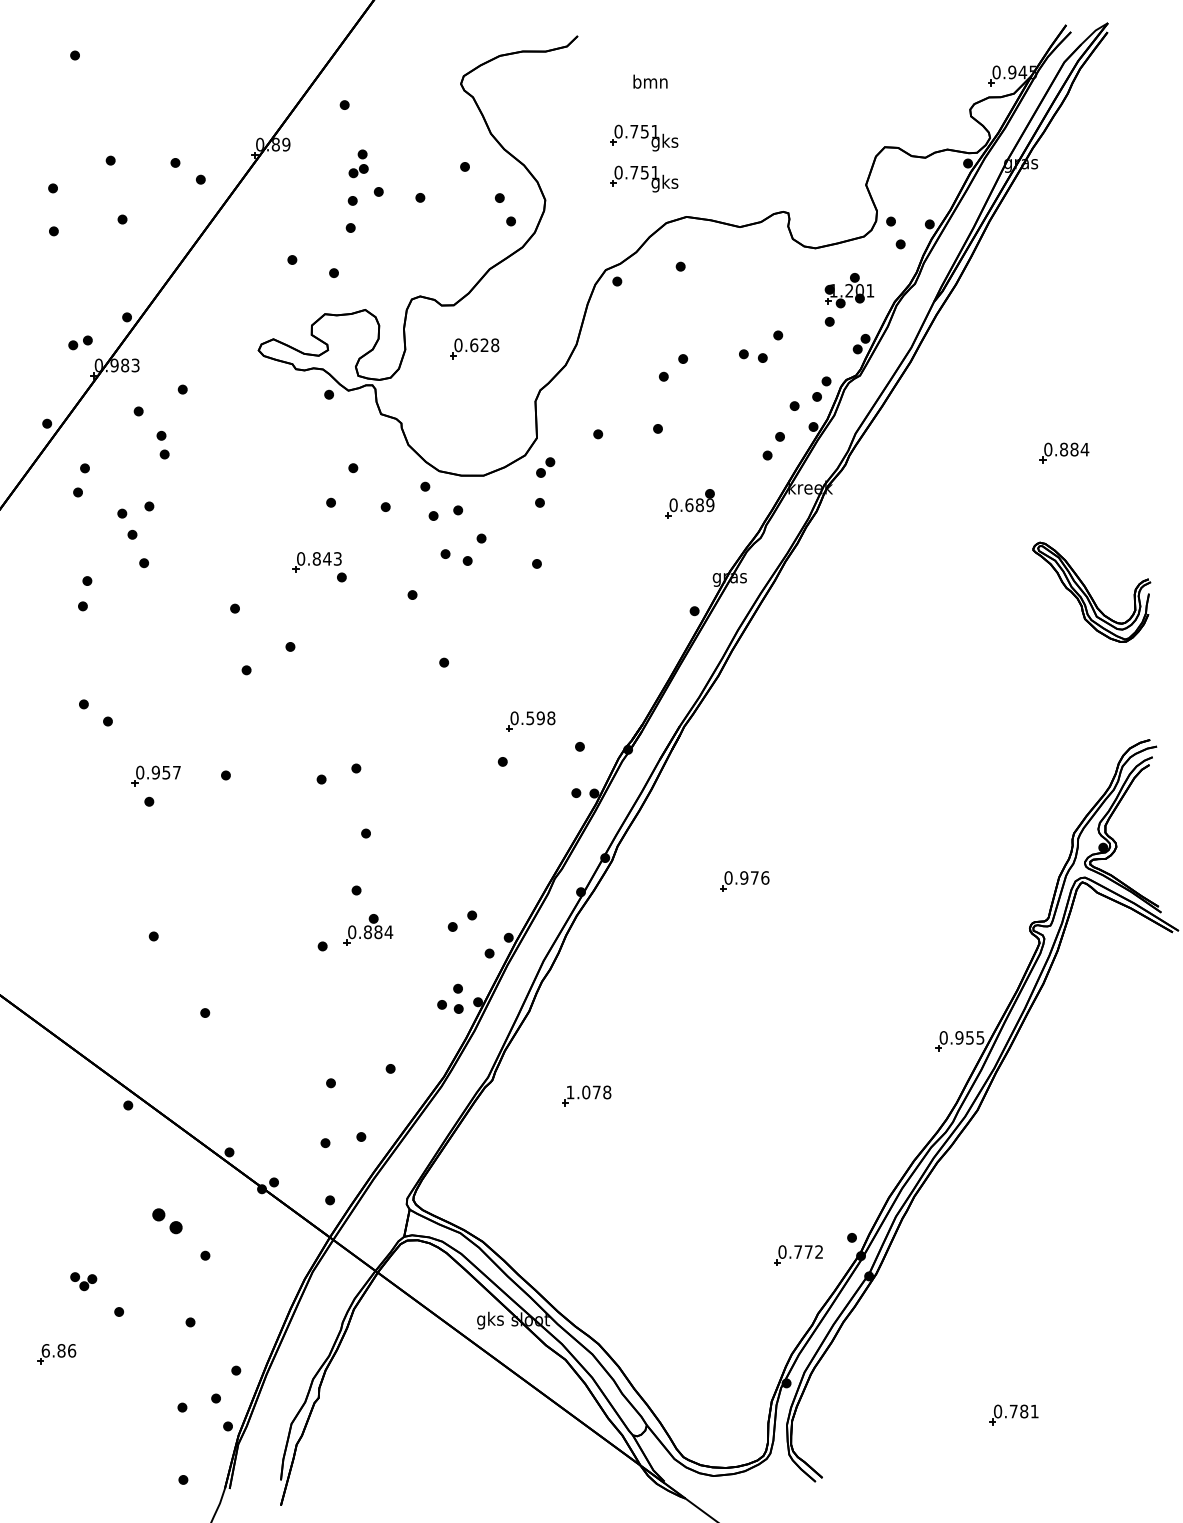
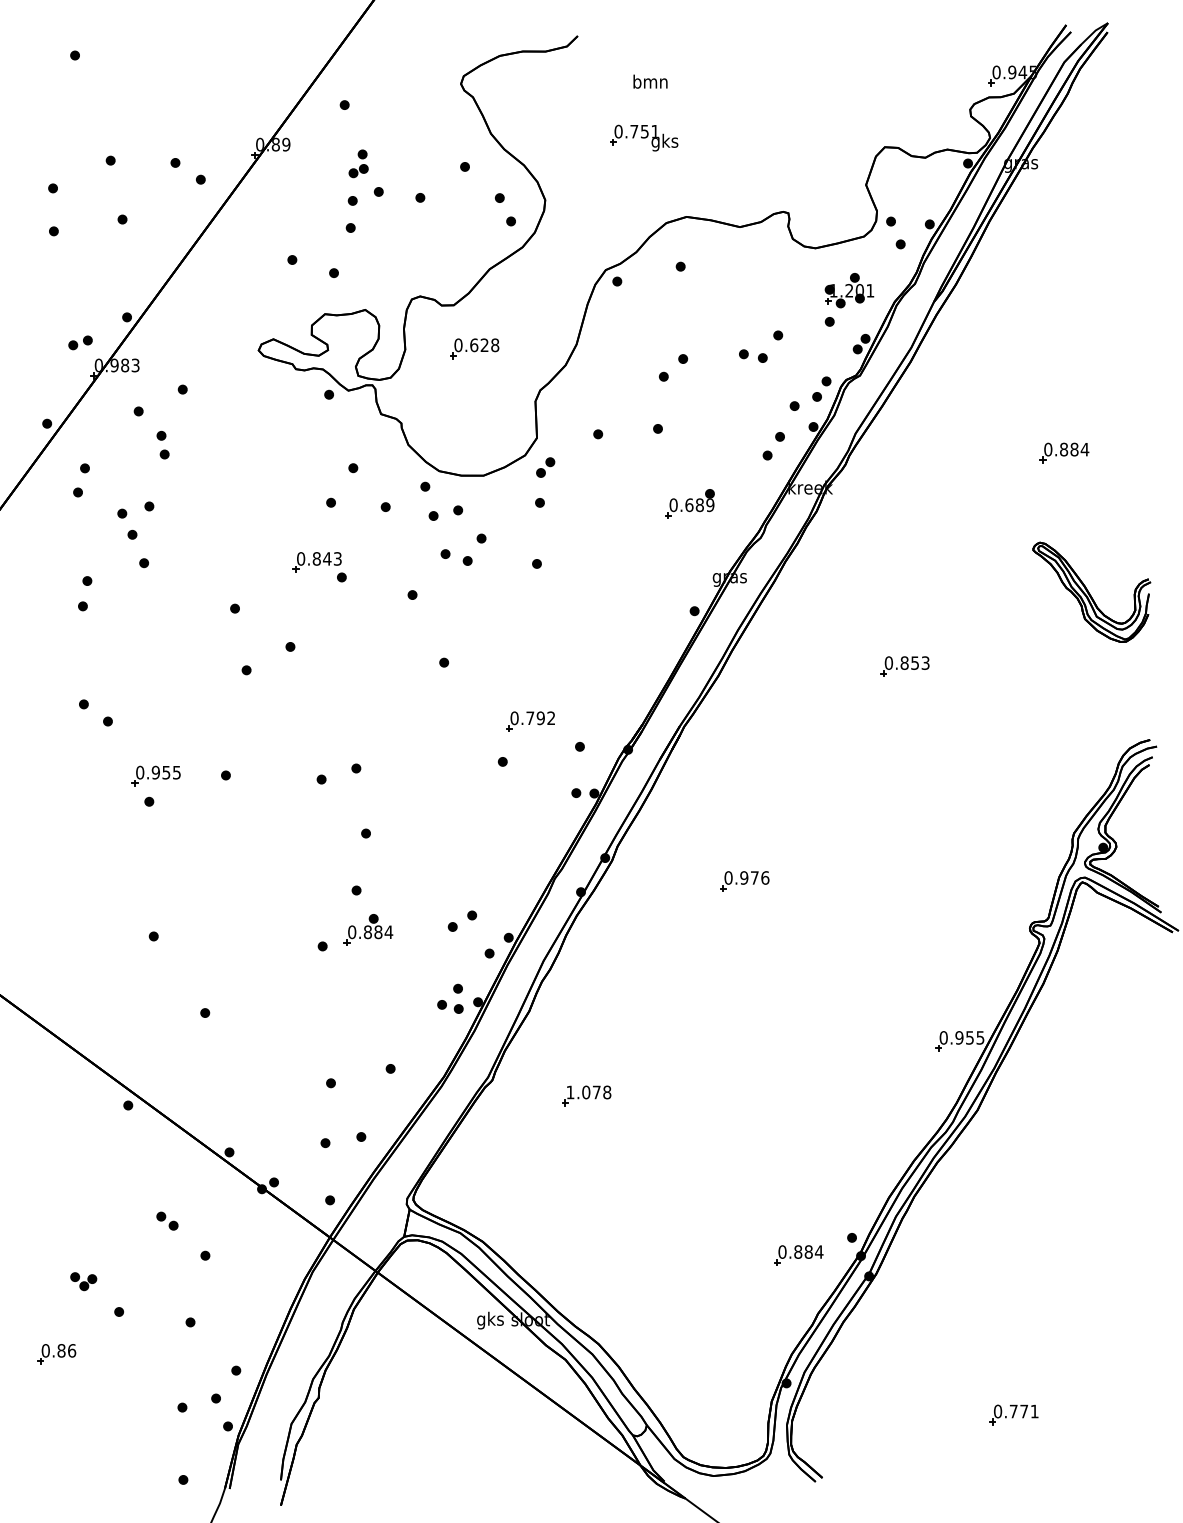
part at (644, 178): present -> none
part at (904, 666): none -> present
text at (540, 718): 0.598 -> 0.792
text at (176, 772): 0.957 -> 0.955
part at (167, 1221) size: 31x27 px -> 23x20 px
text at (808, 1251): 0.772 -> 0.884
text at (45, 1350): 6.86 -> 0.86
text at (1024, 1411): 0.781 -> 0.771
